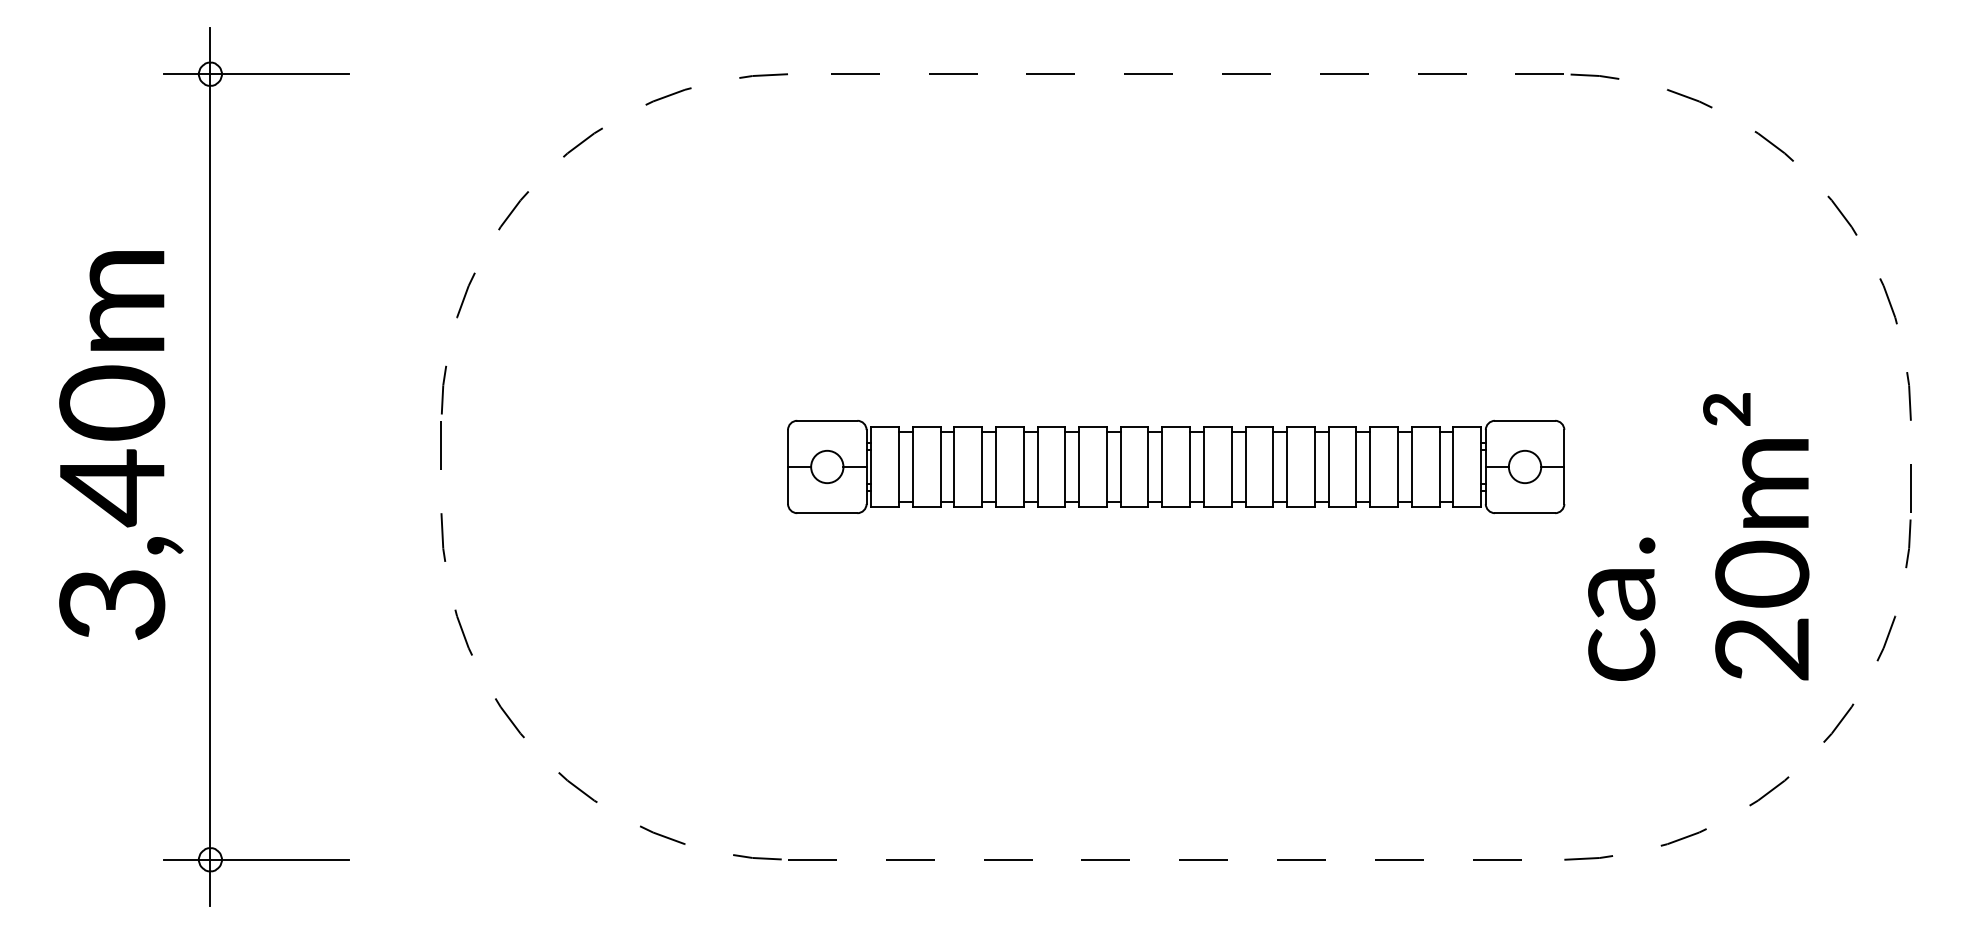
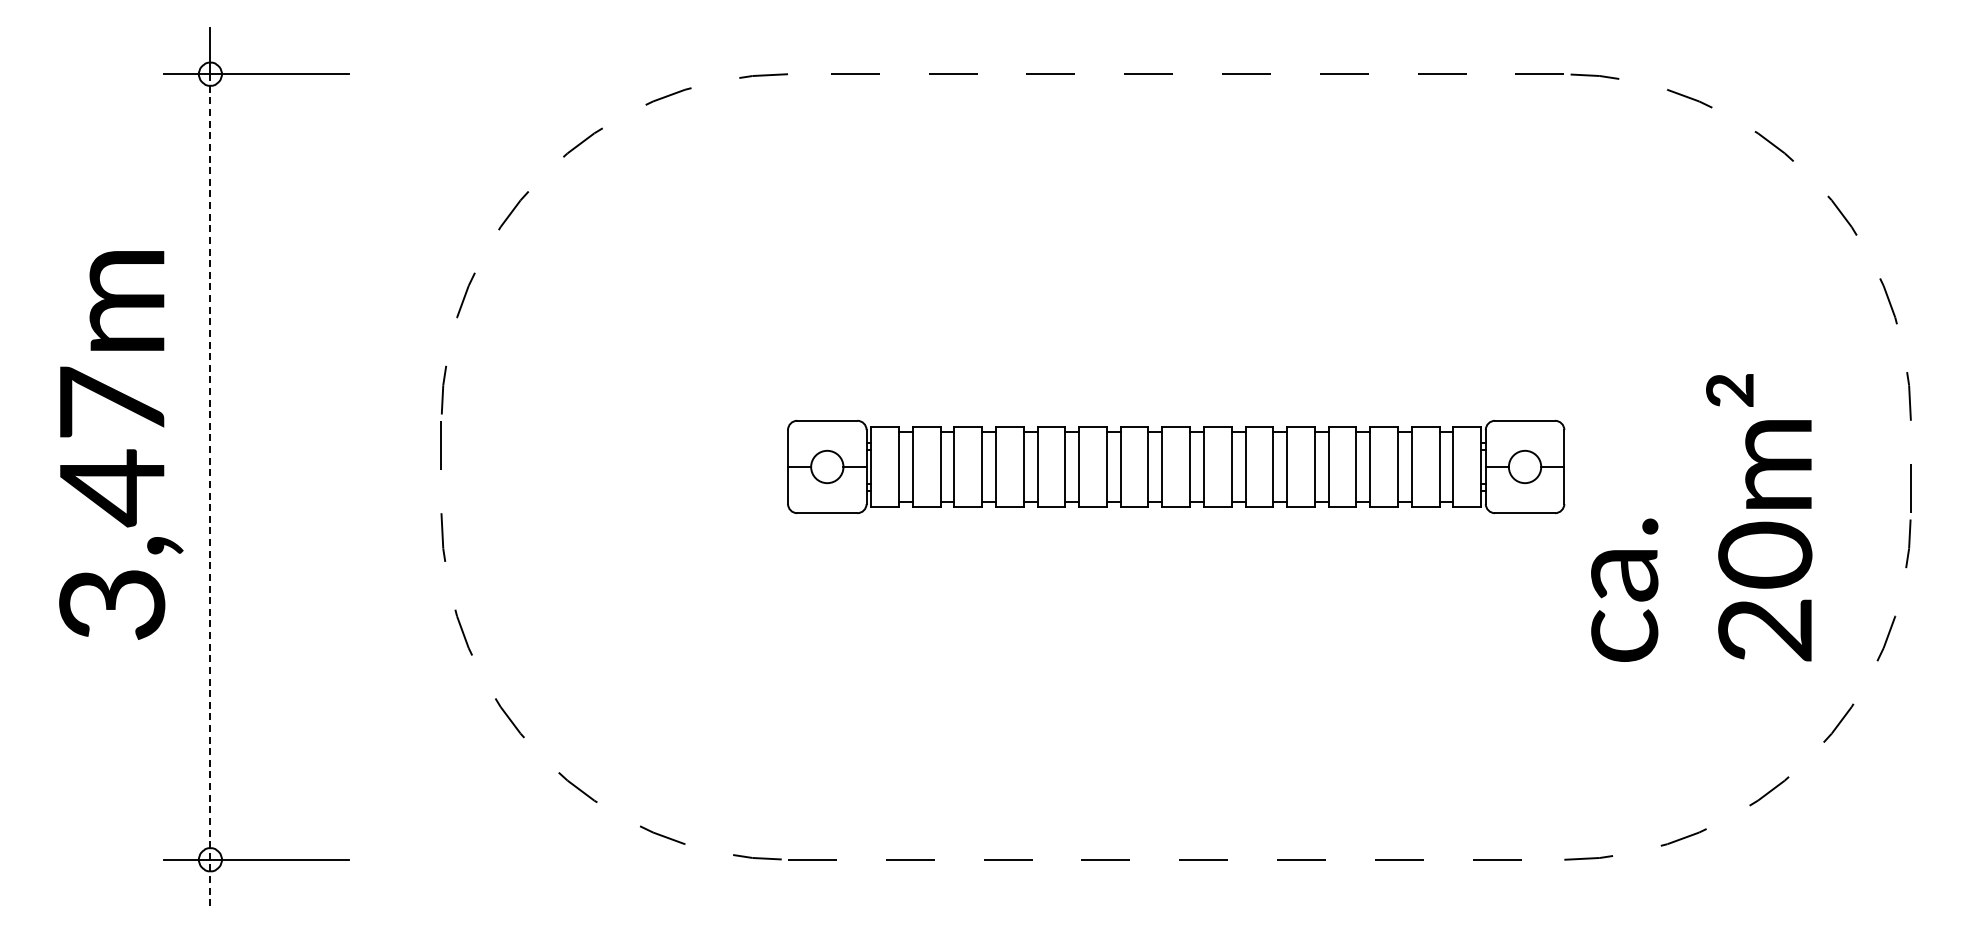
text at (112, 402): 3,40m -> 3,47m
line at (210, 490): solid -> dashed
text at (1698, 536) position: (1698, 536) -> (1701, 517)
